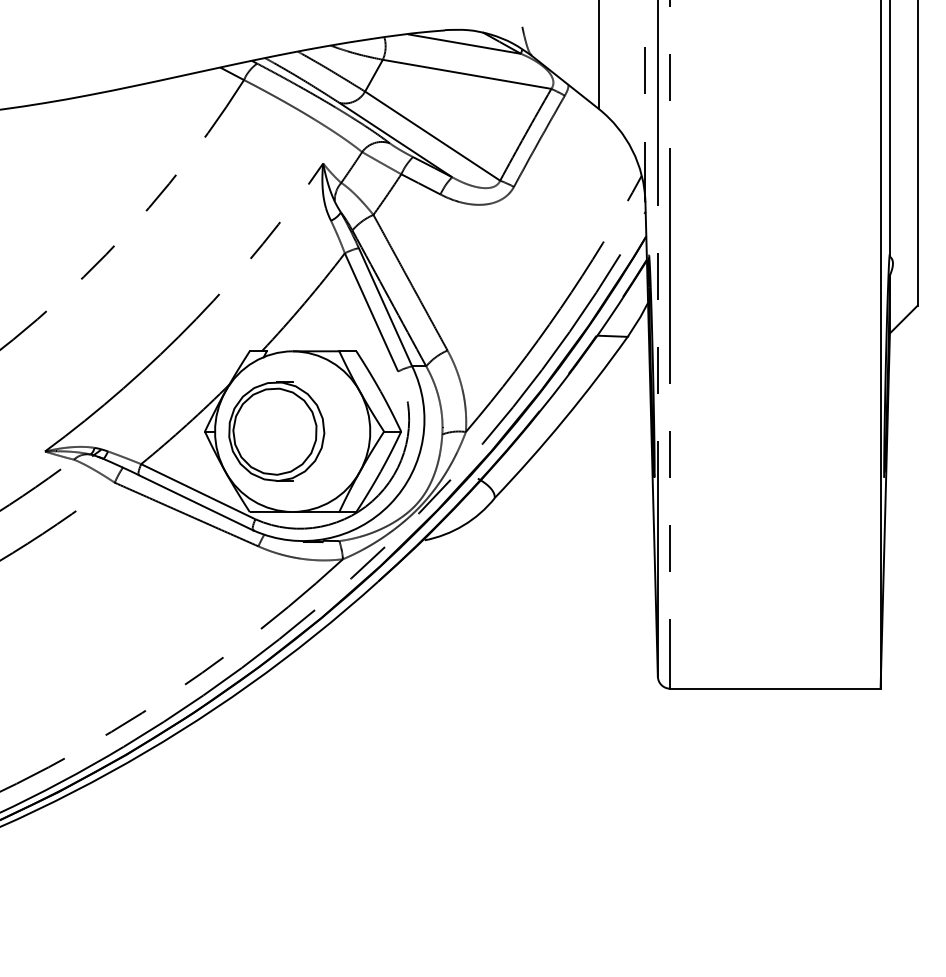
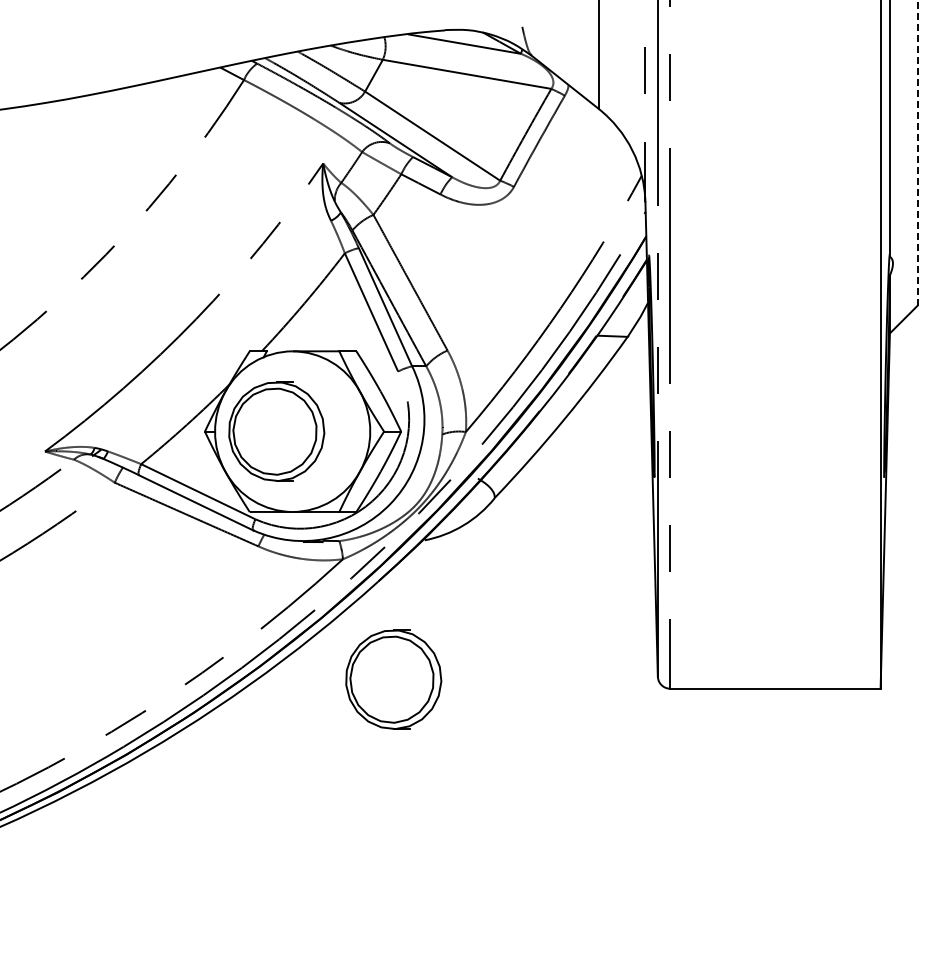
line at (917, 152): solid -> dashed
part at (393, 679): none -> present
